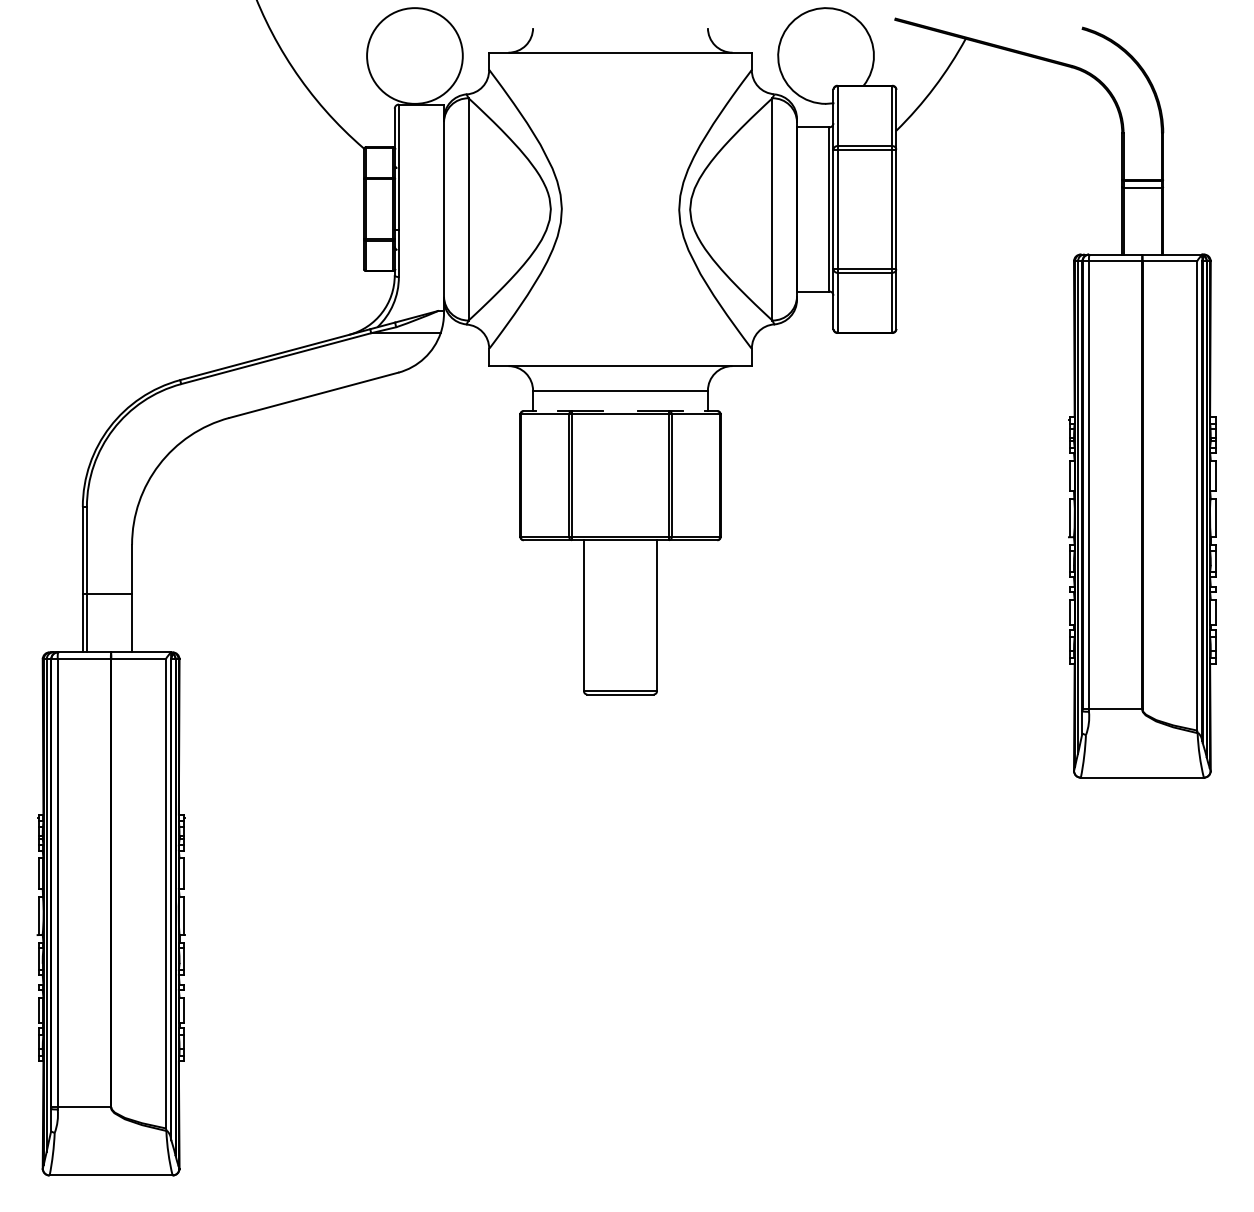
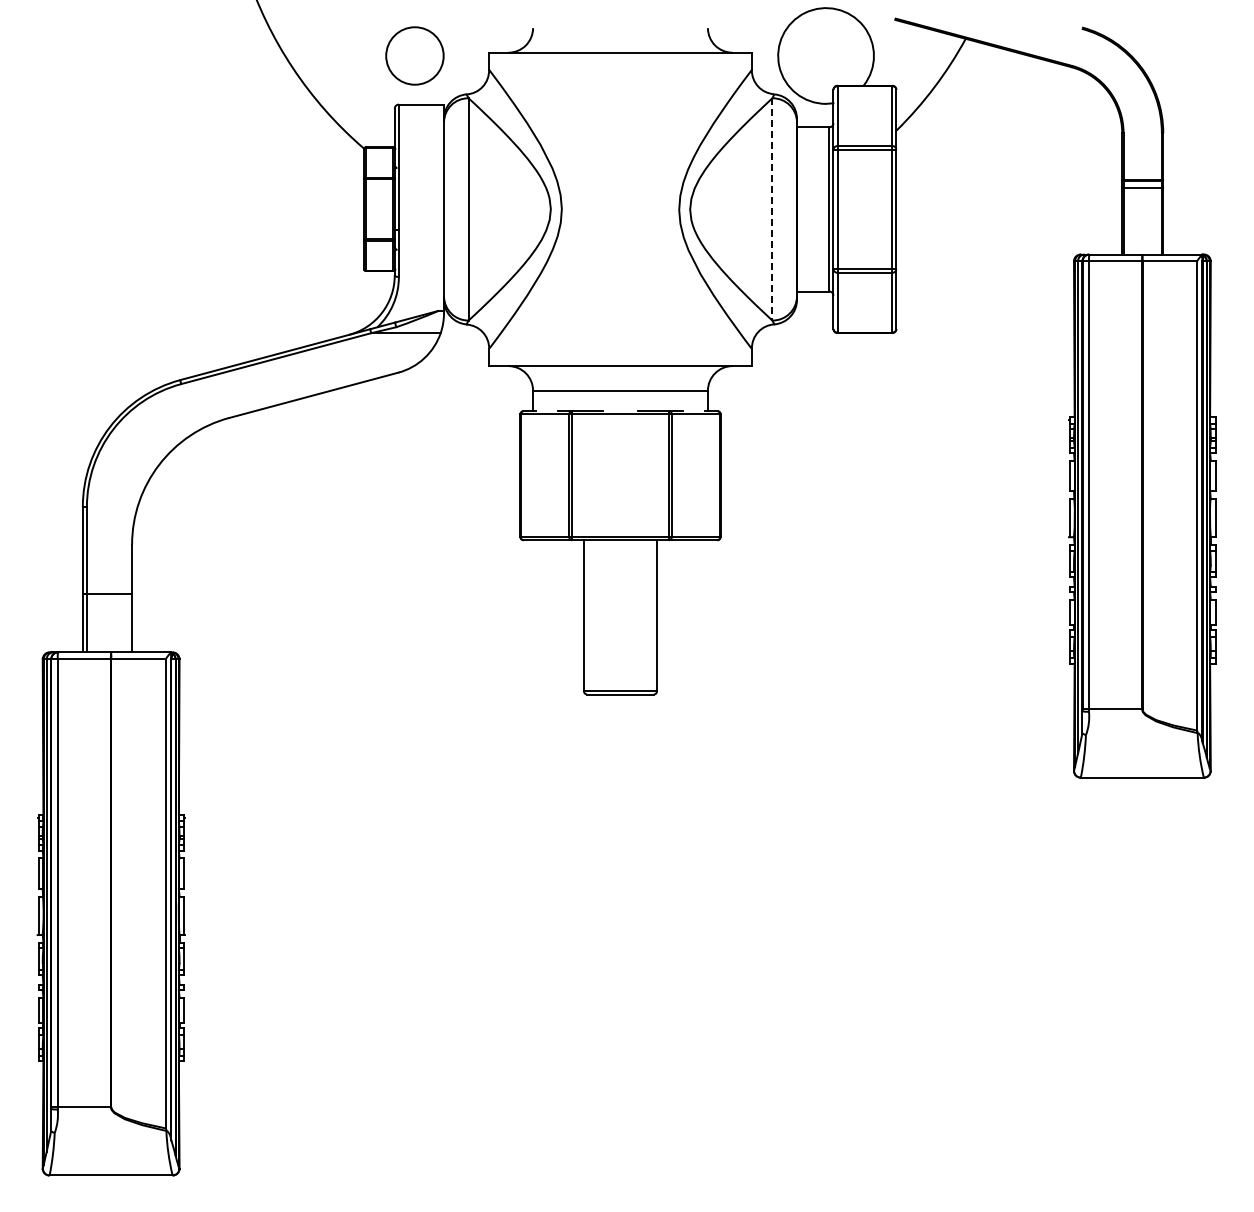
circle at (414, 55) diameter: 96 px -> 57 px
line at (772, 209): solid -> dashed
